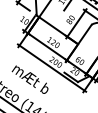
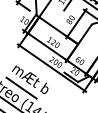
line at (21, 87): none -> present
